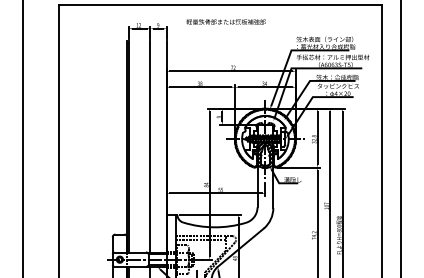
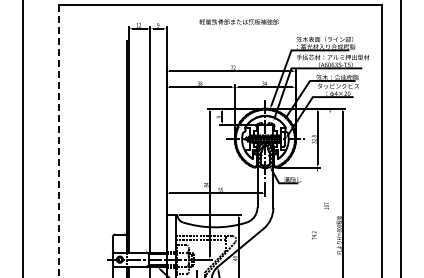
text at (225, 21) position: (225, 21) -> (238, 21)
line at (59, 141): solid -> dashed
line at (330, 193): present -> none
line at (317, 222): present -> none
